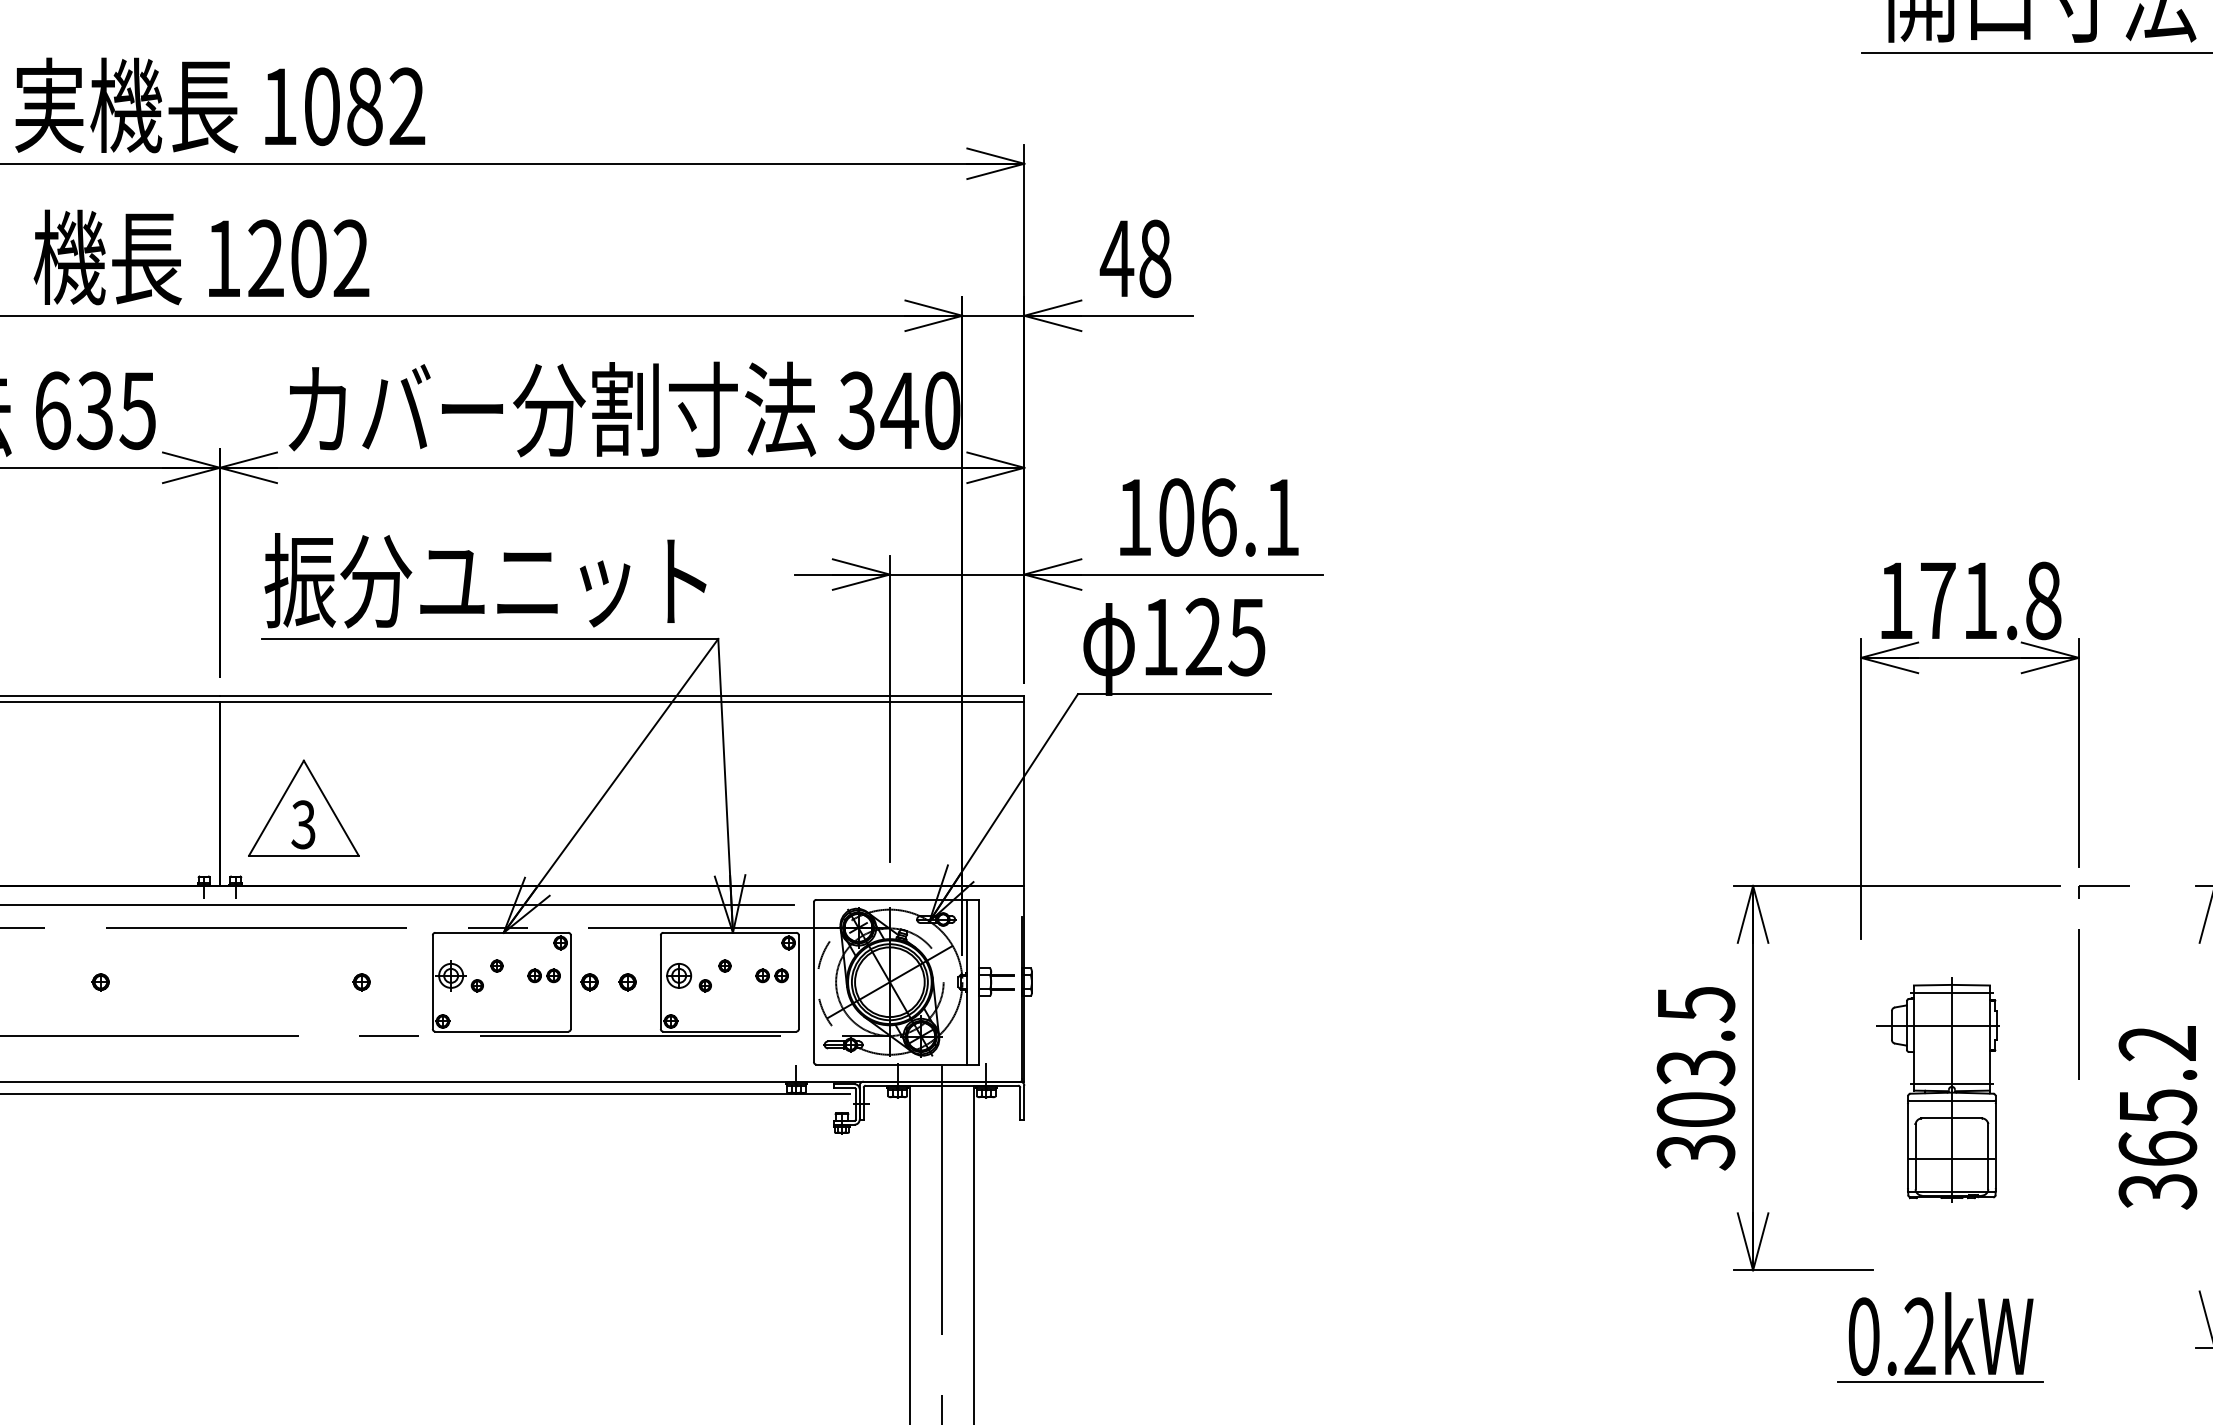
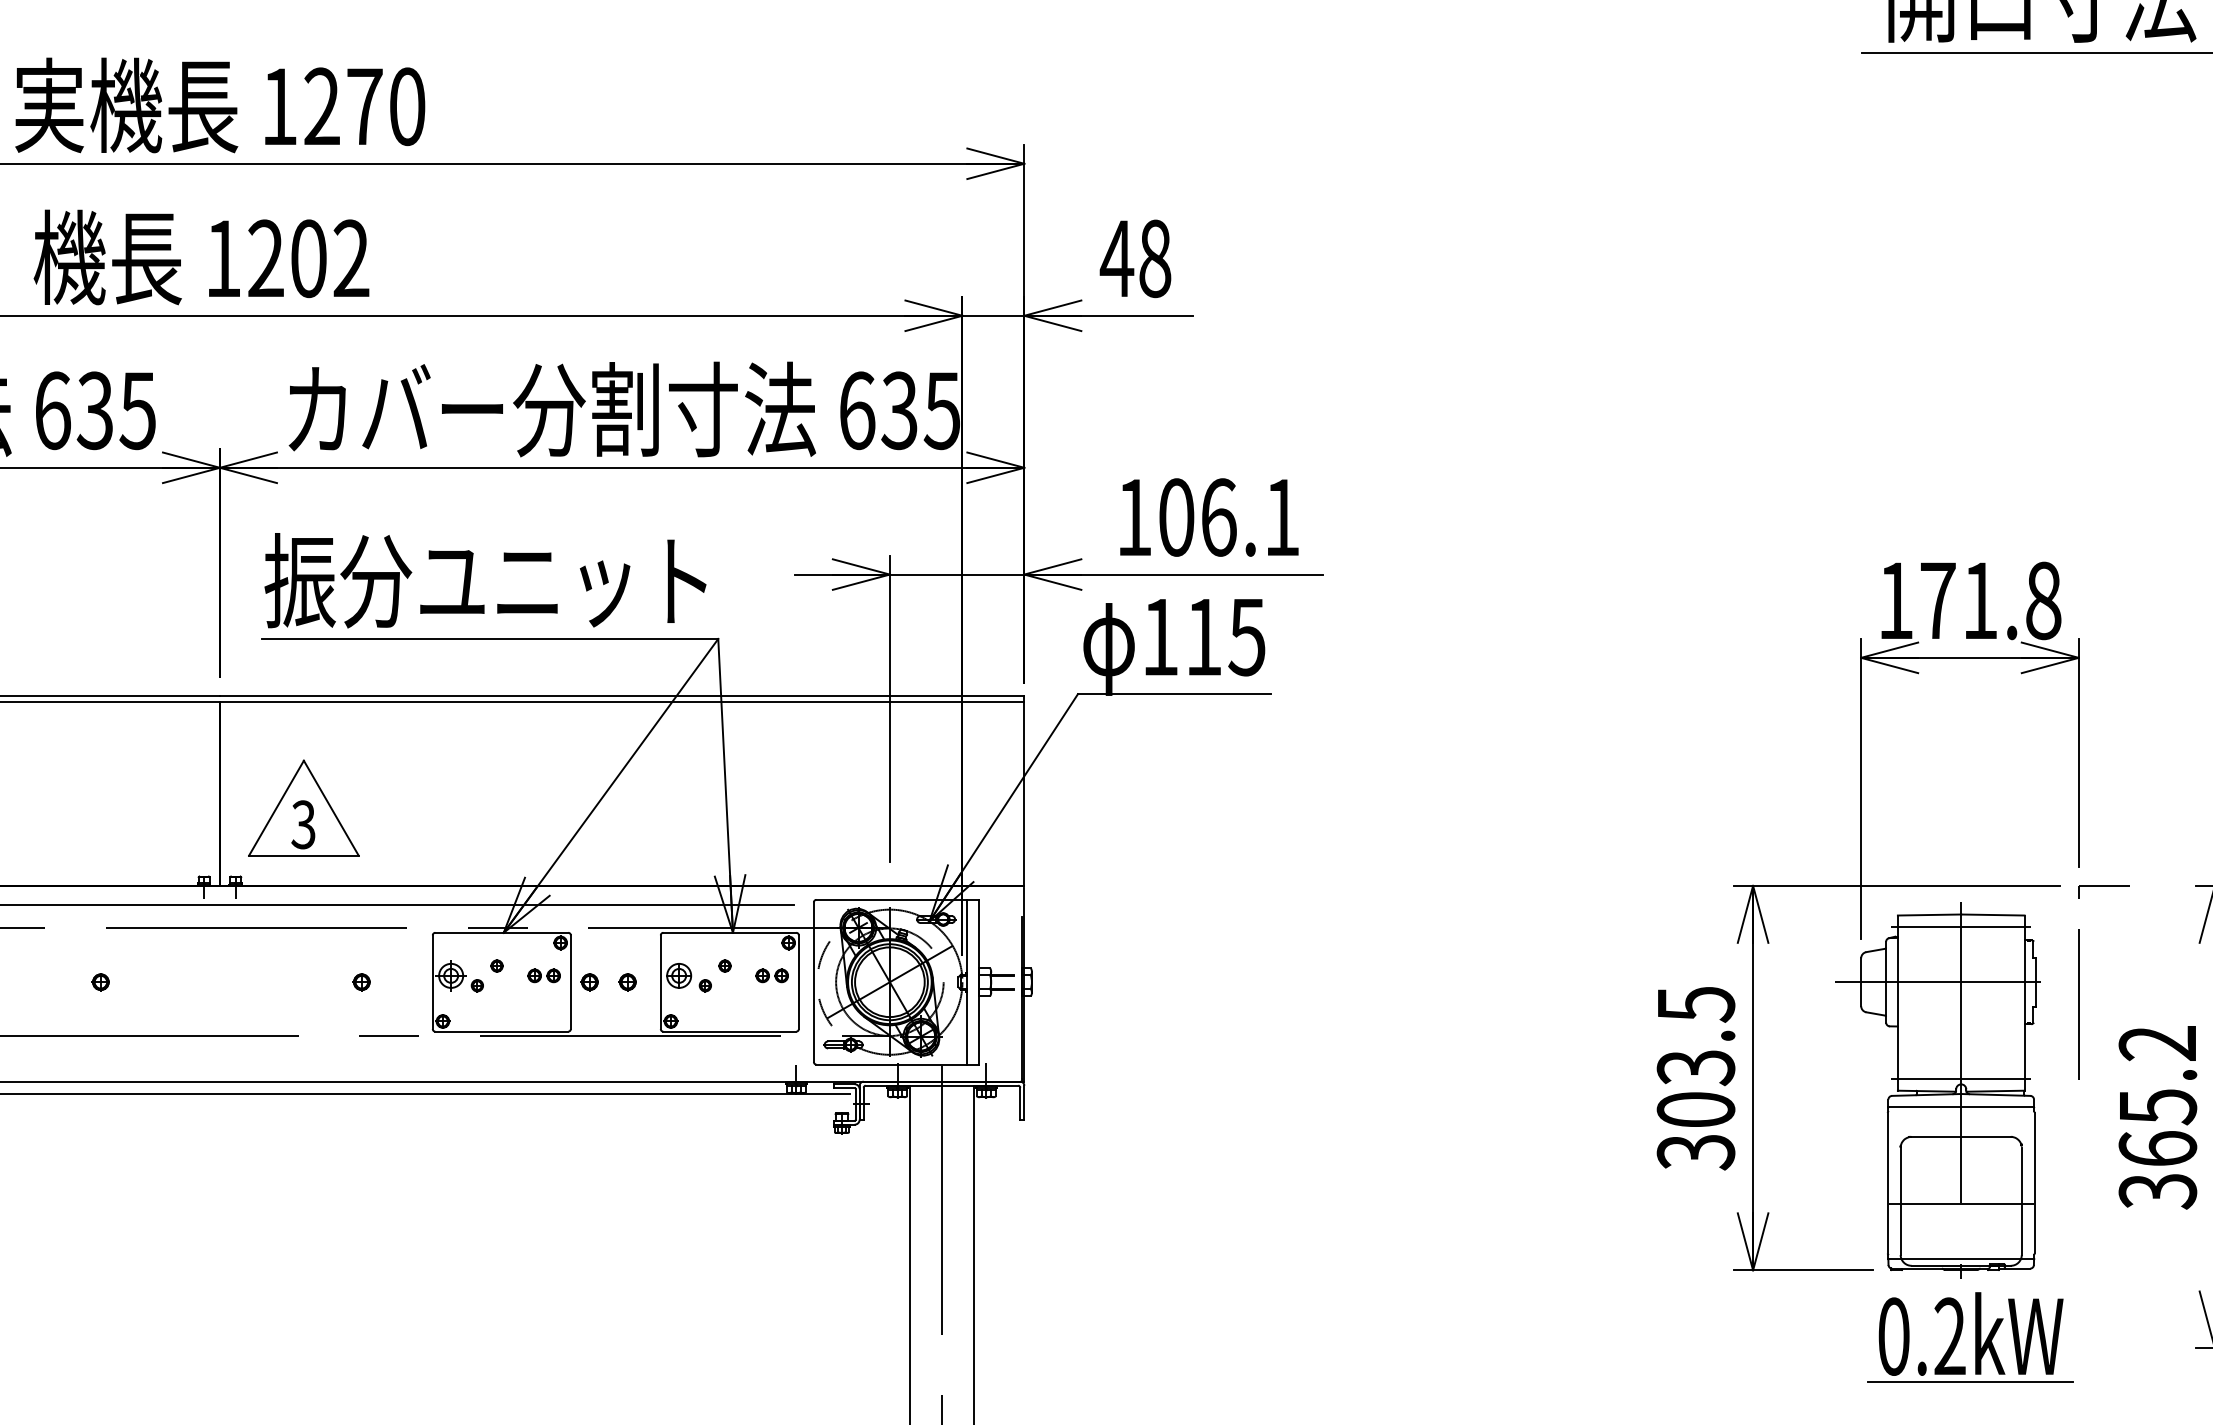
text at (364, 106): 1082 -> 1270
text at (899, 410): 340 -> 635
text at (1203, 636): 125 -> 115
part at (1937, 1089) size: 124x226 px -> 206x377 px
part at (1940, 1337) position: (1940, 1337) -> (1970, 1337)
